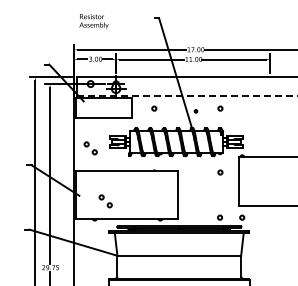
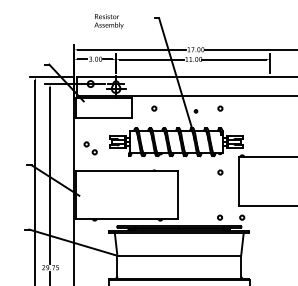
text at (93, 21) position: (93, 21) -> (108, 21)
line at (188, 96): dashed -> solid
part at (105, 201): present -> none
